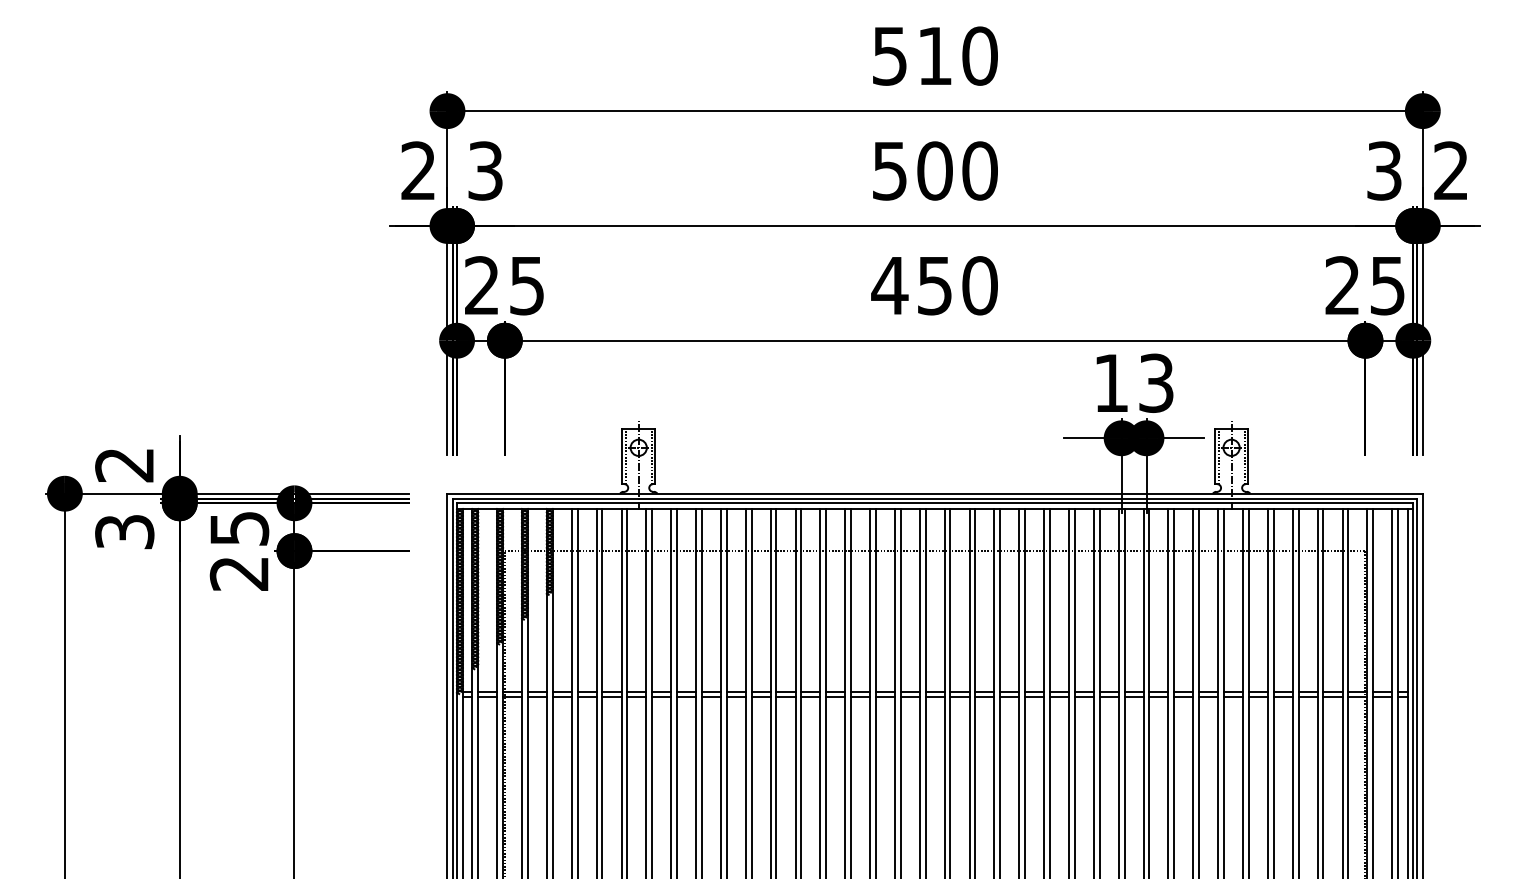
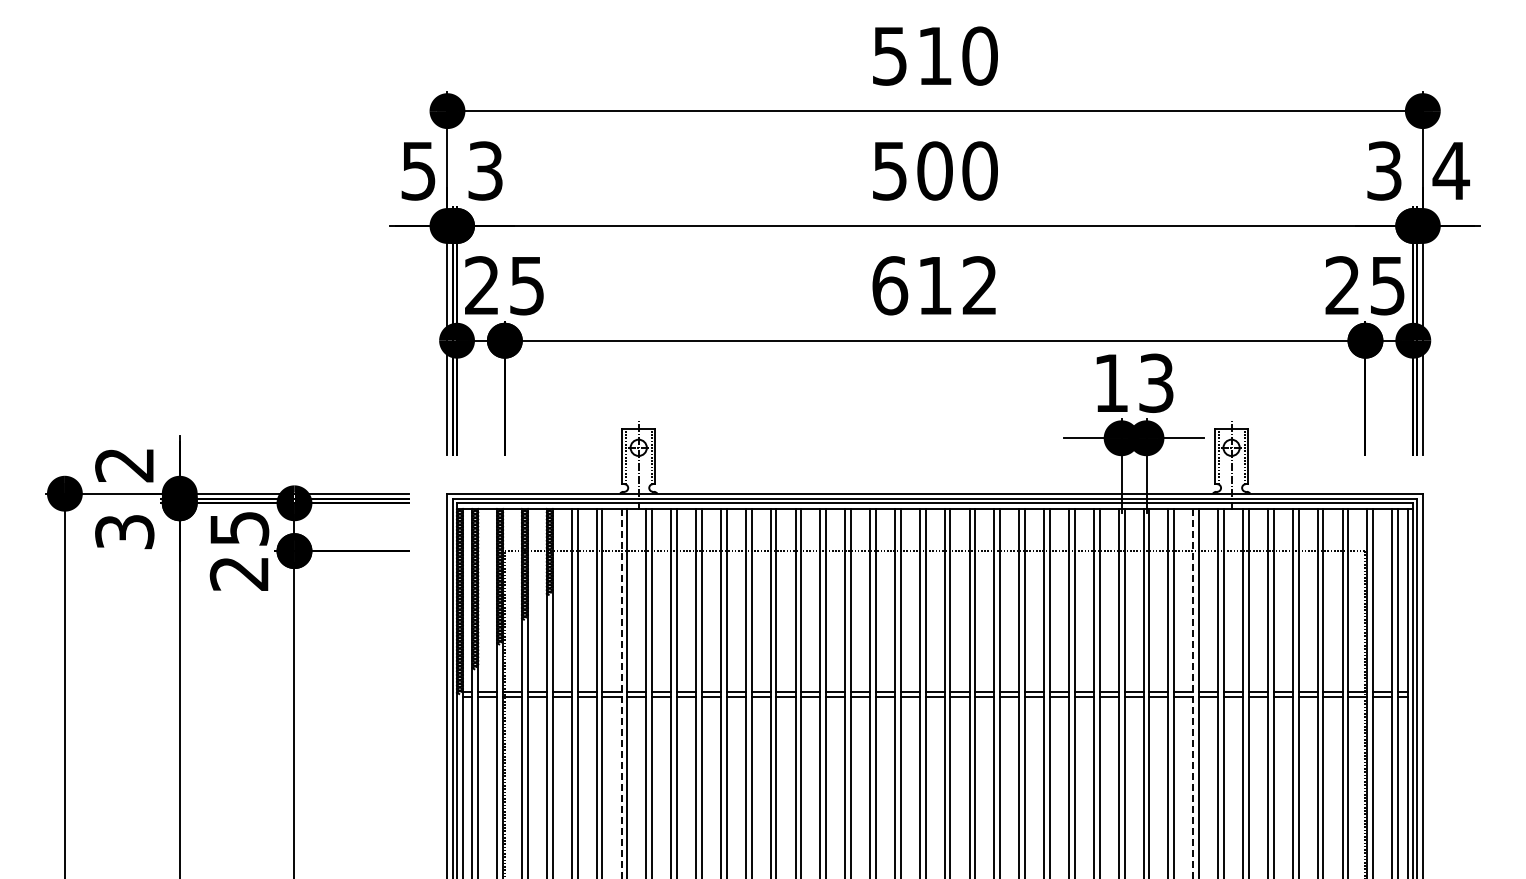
text at (418, 170): 2 -> 5
text at (1451, 170): 2 -> 4
text at (934, 285): 450 -> 612
line at (621, 693): solid -> dashed
line at (1193, 693): solid -> dashed
